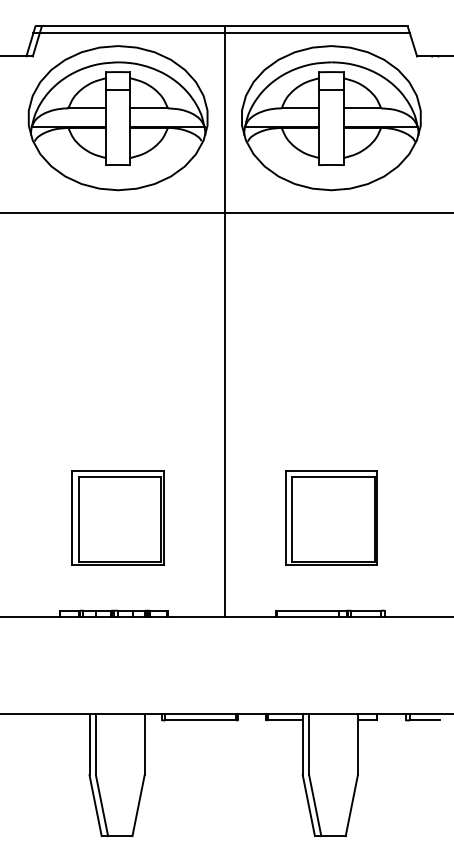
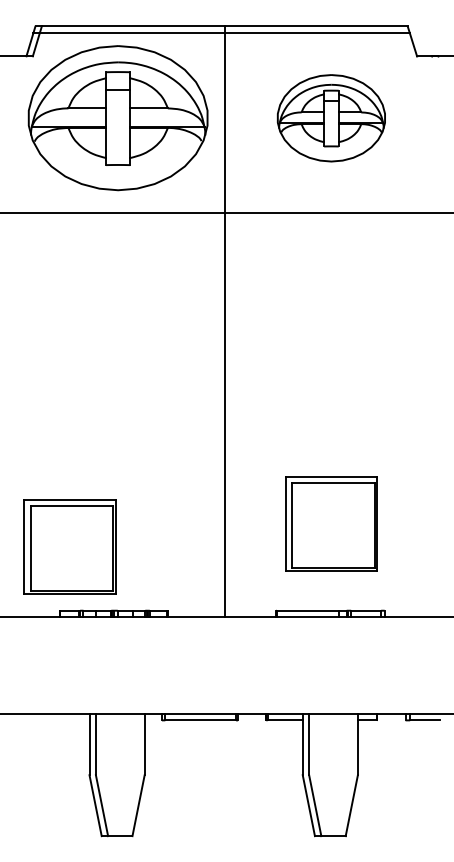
part at (331, 118) size: 181x147 px -> 110x89 px
part at (117, 517) position: (117, 517) -> (69, 546)
part at (331, 517) position: (331, 517) -> (331, 523)
